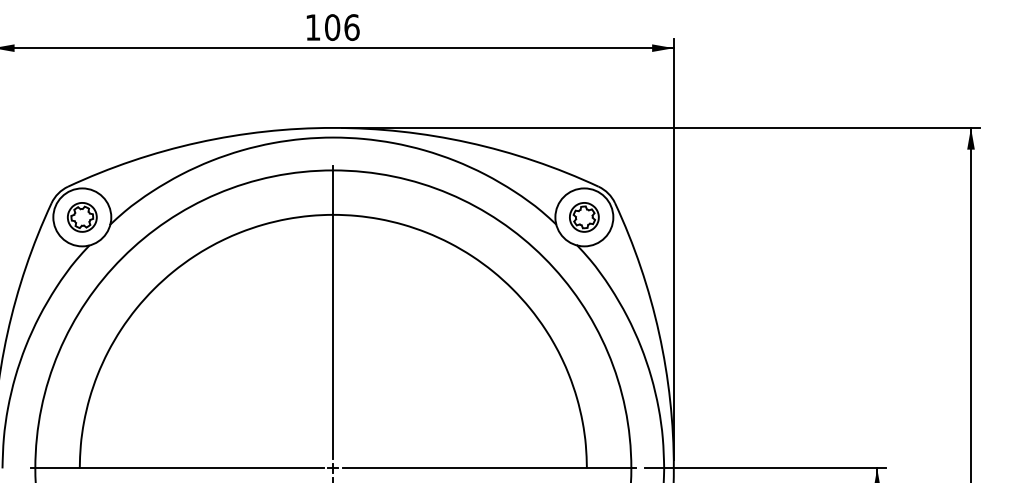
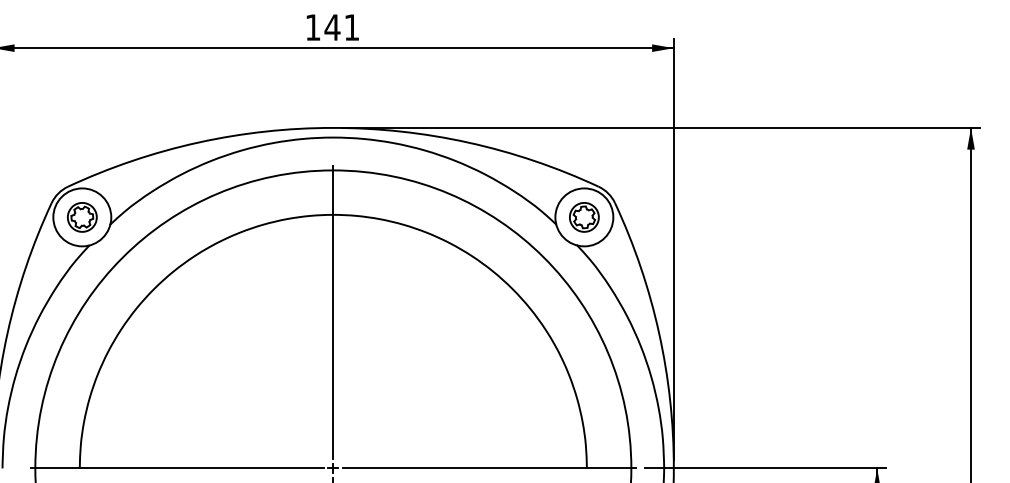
text at (341, 27): 106 -> 141
